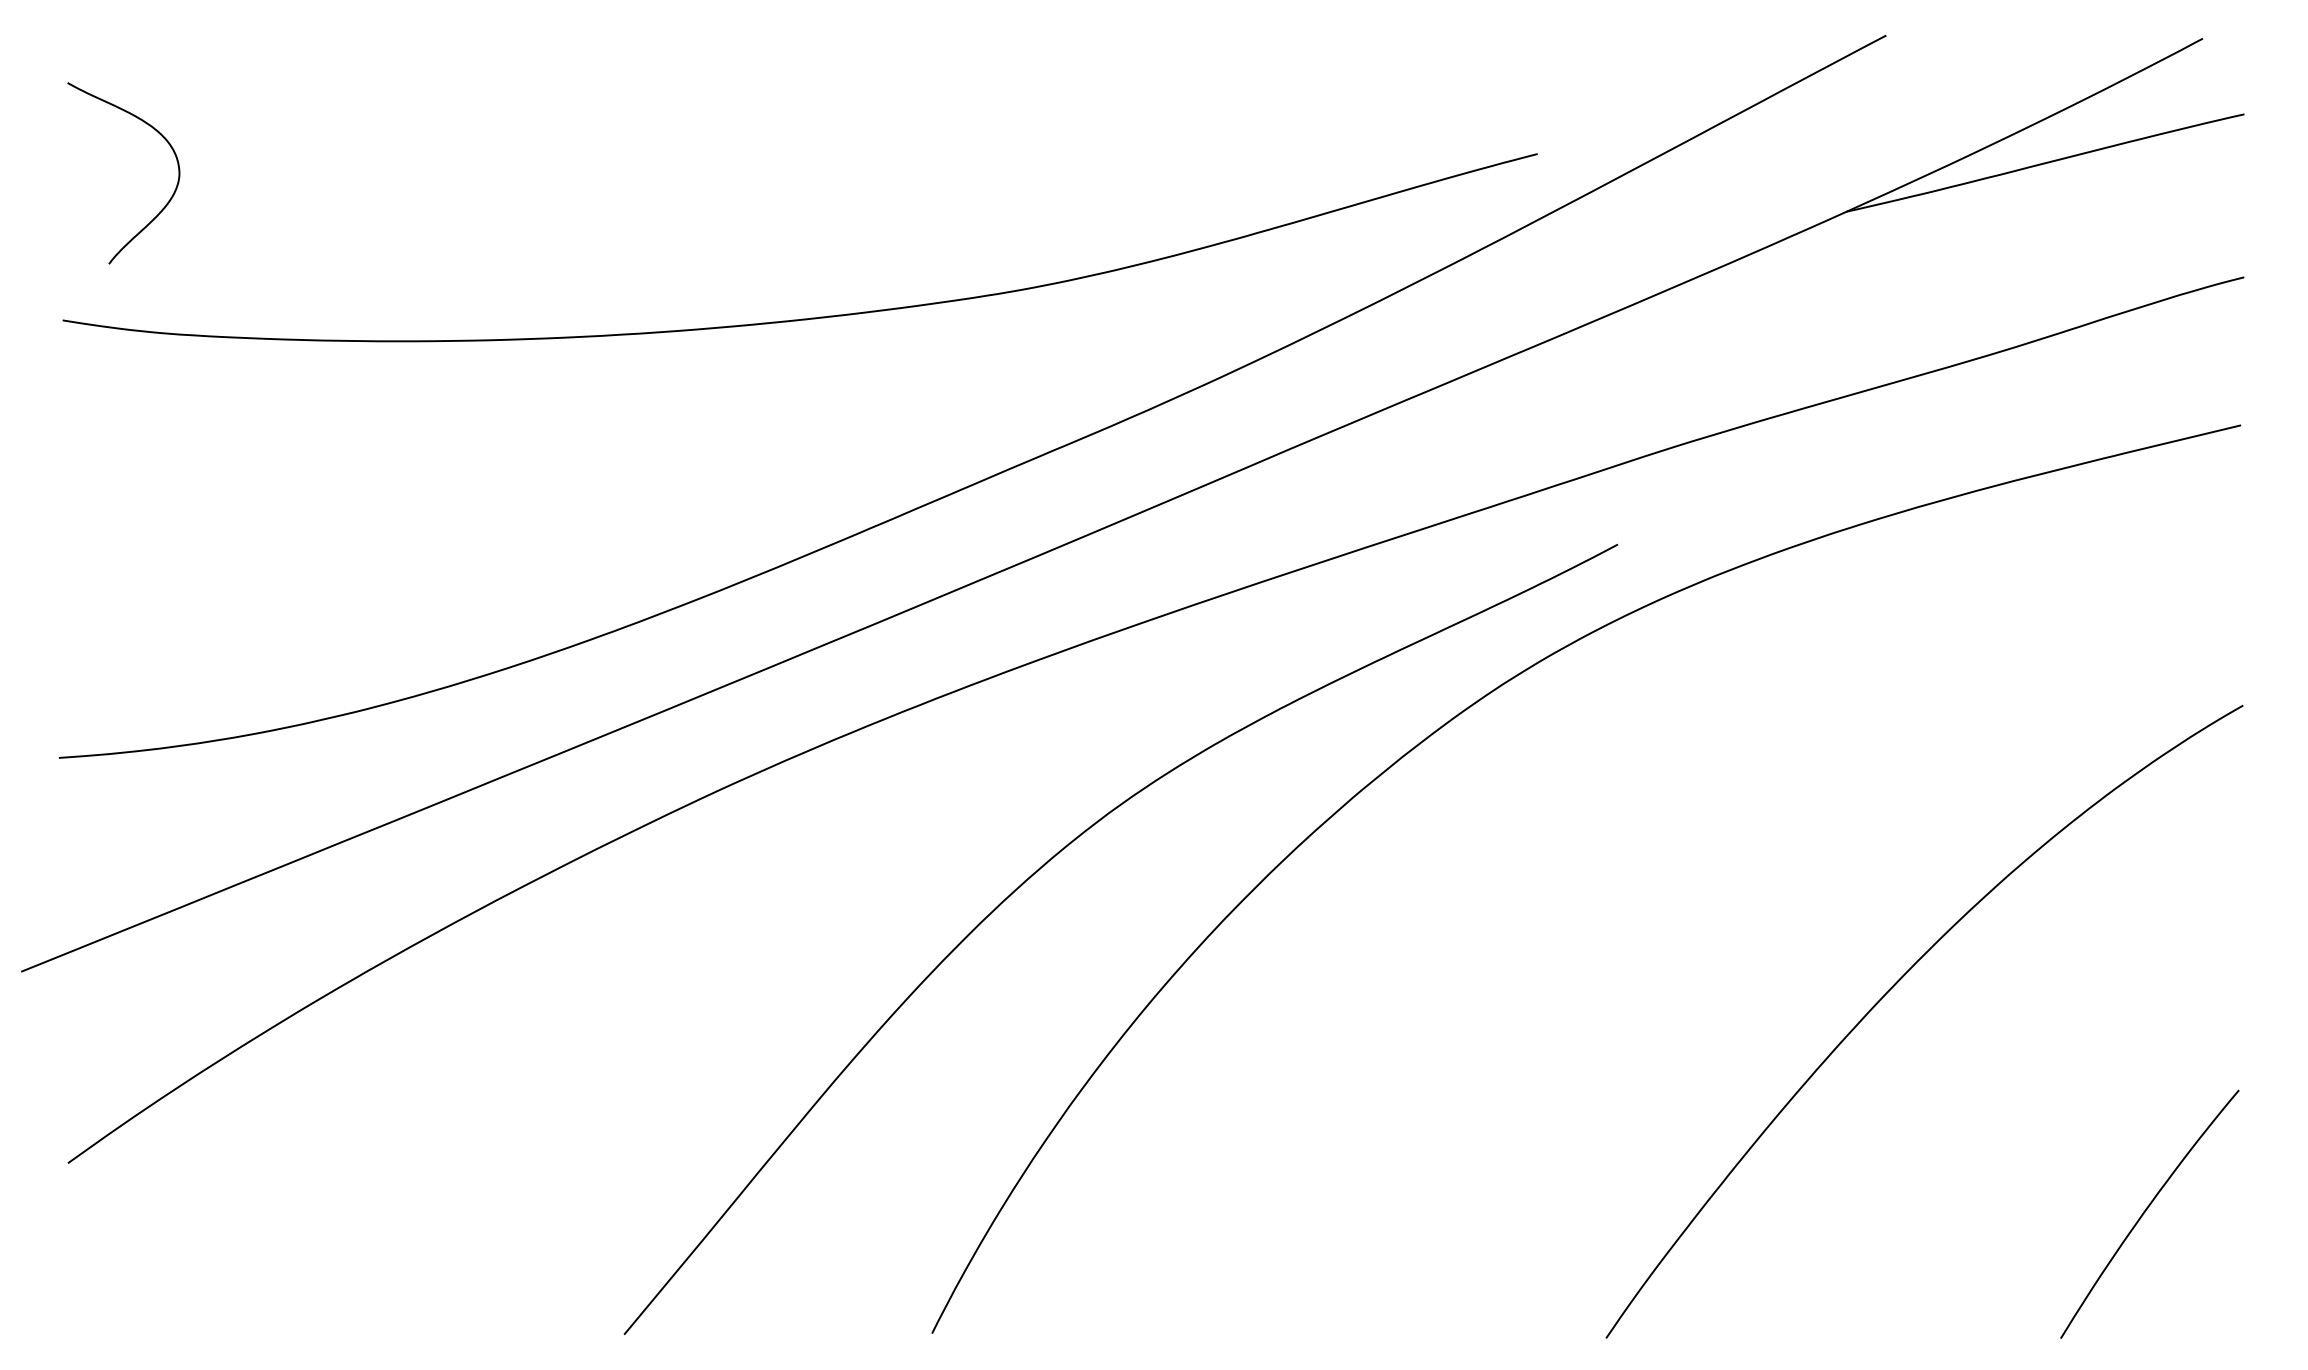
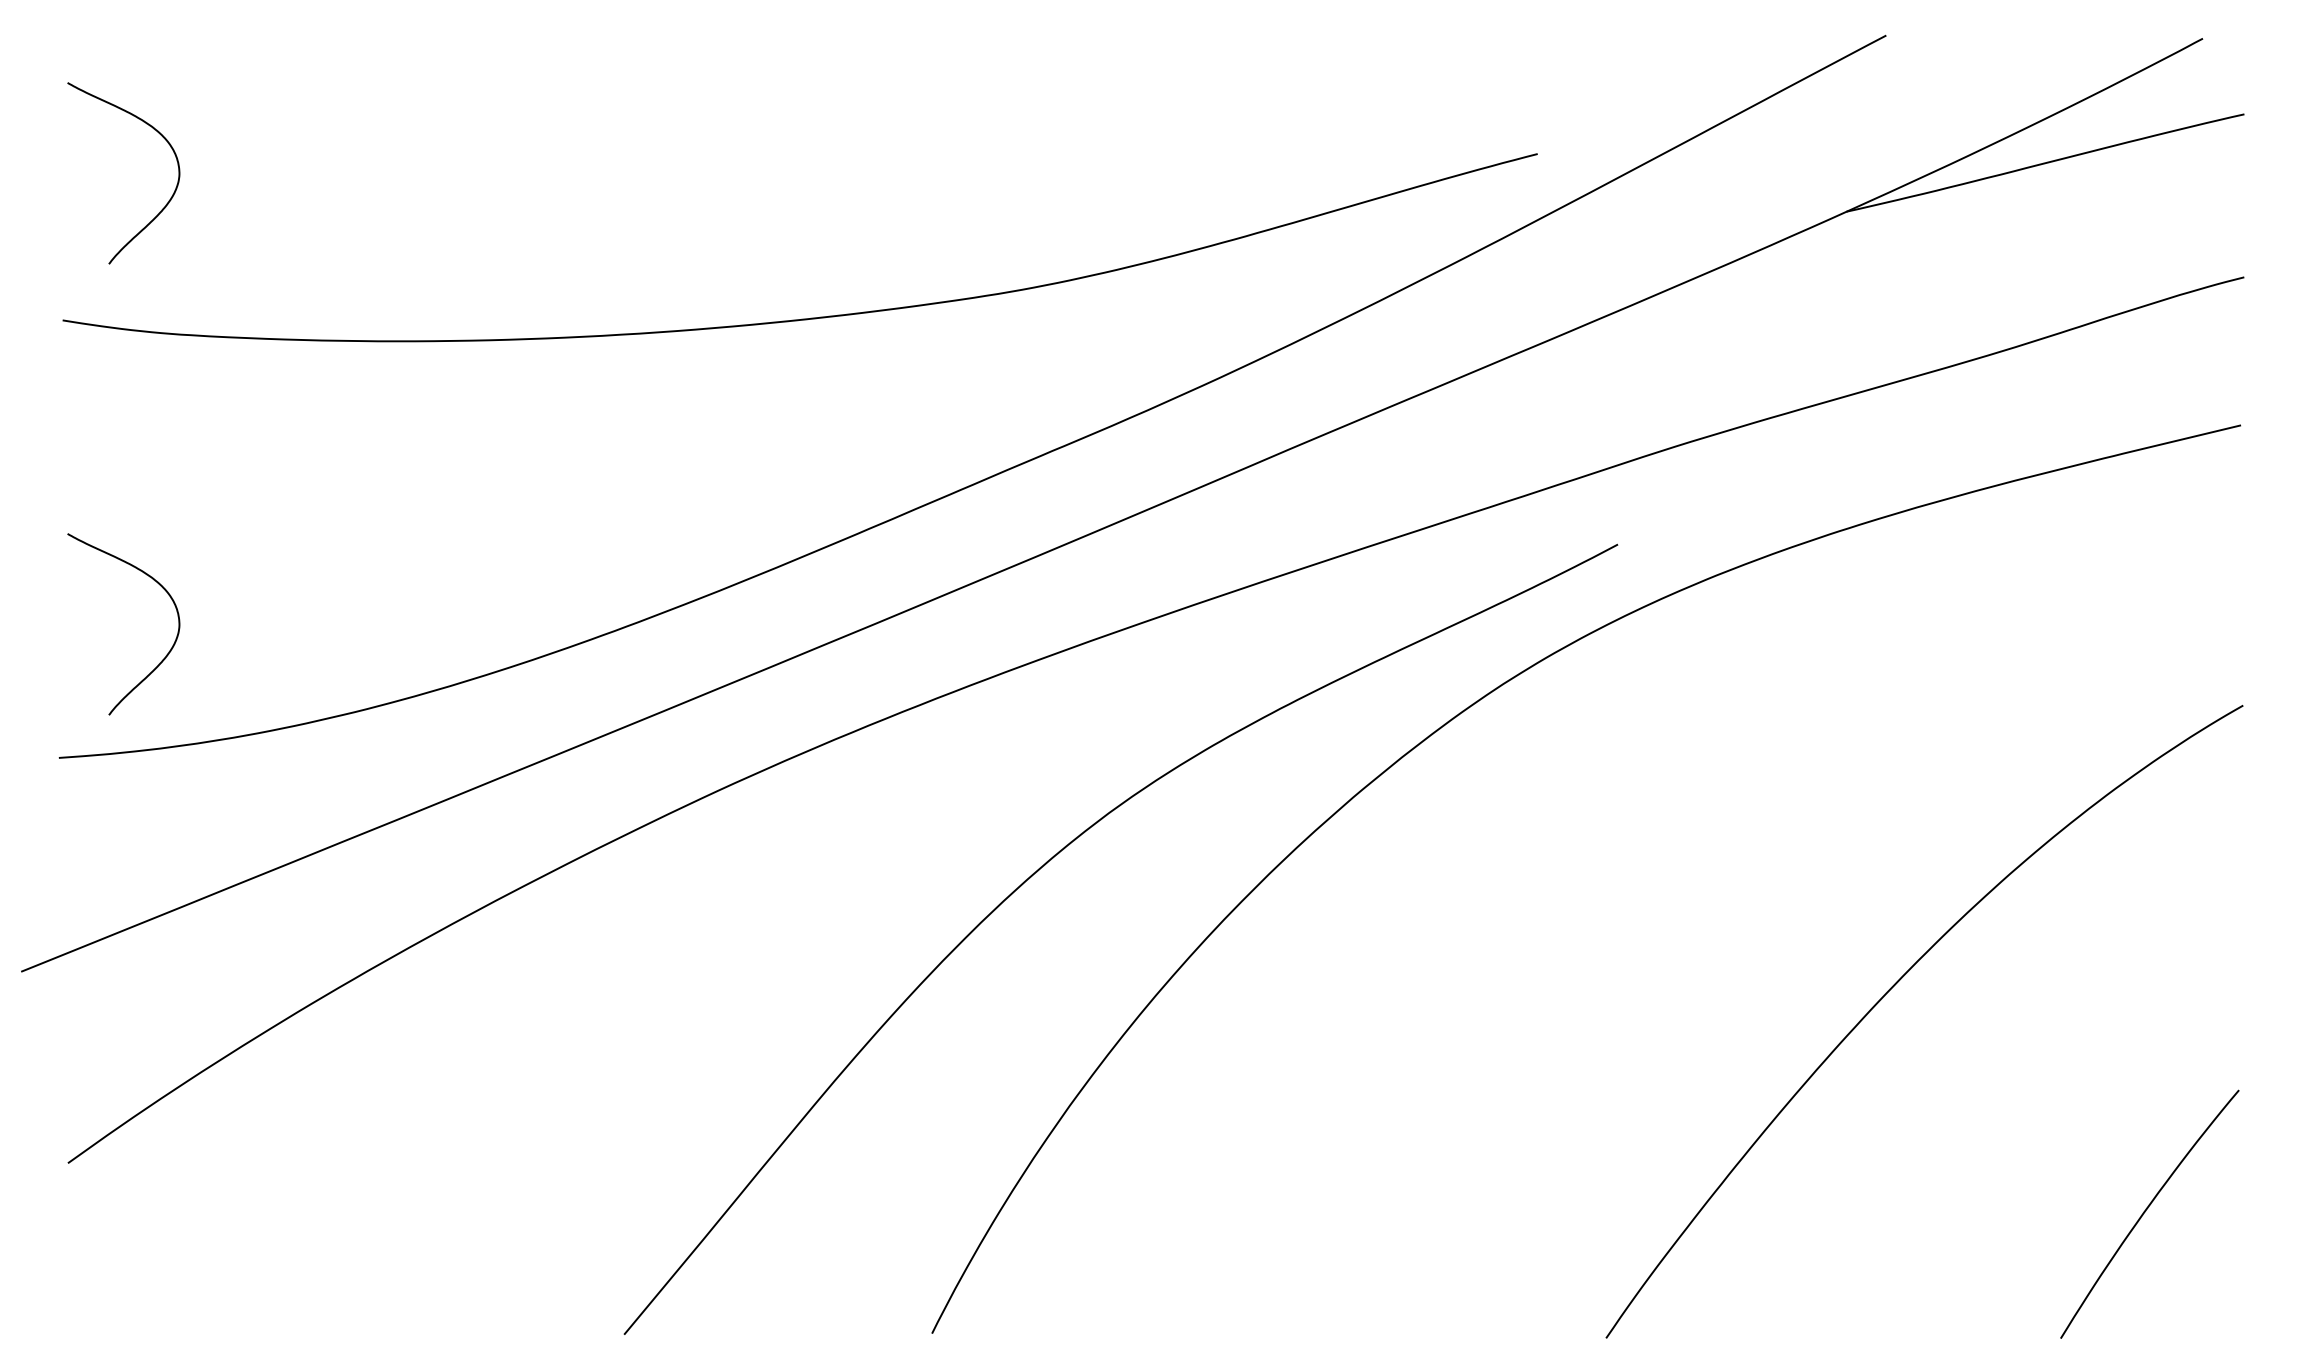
curve at (161, 660): none -> present
